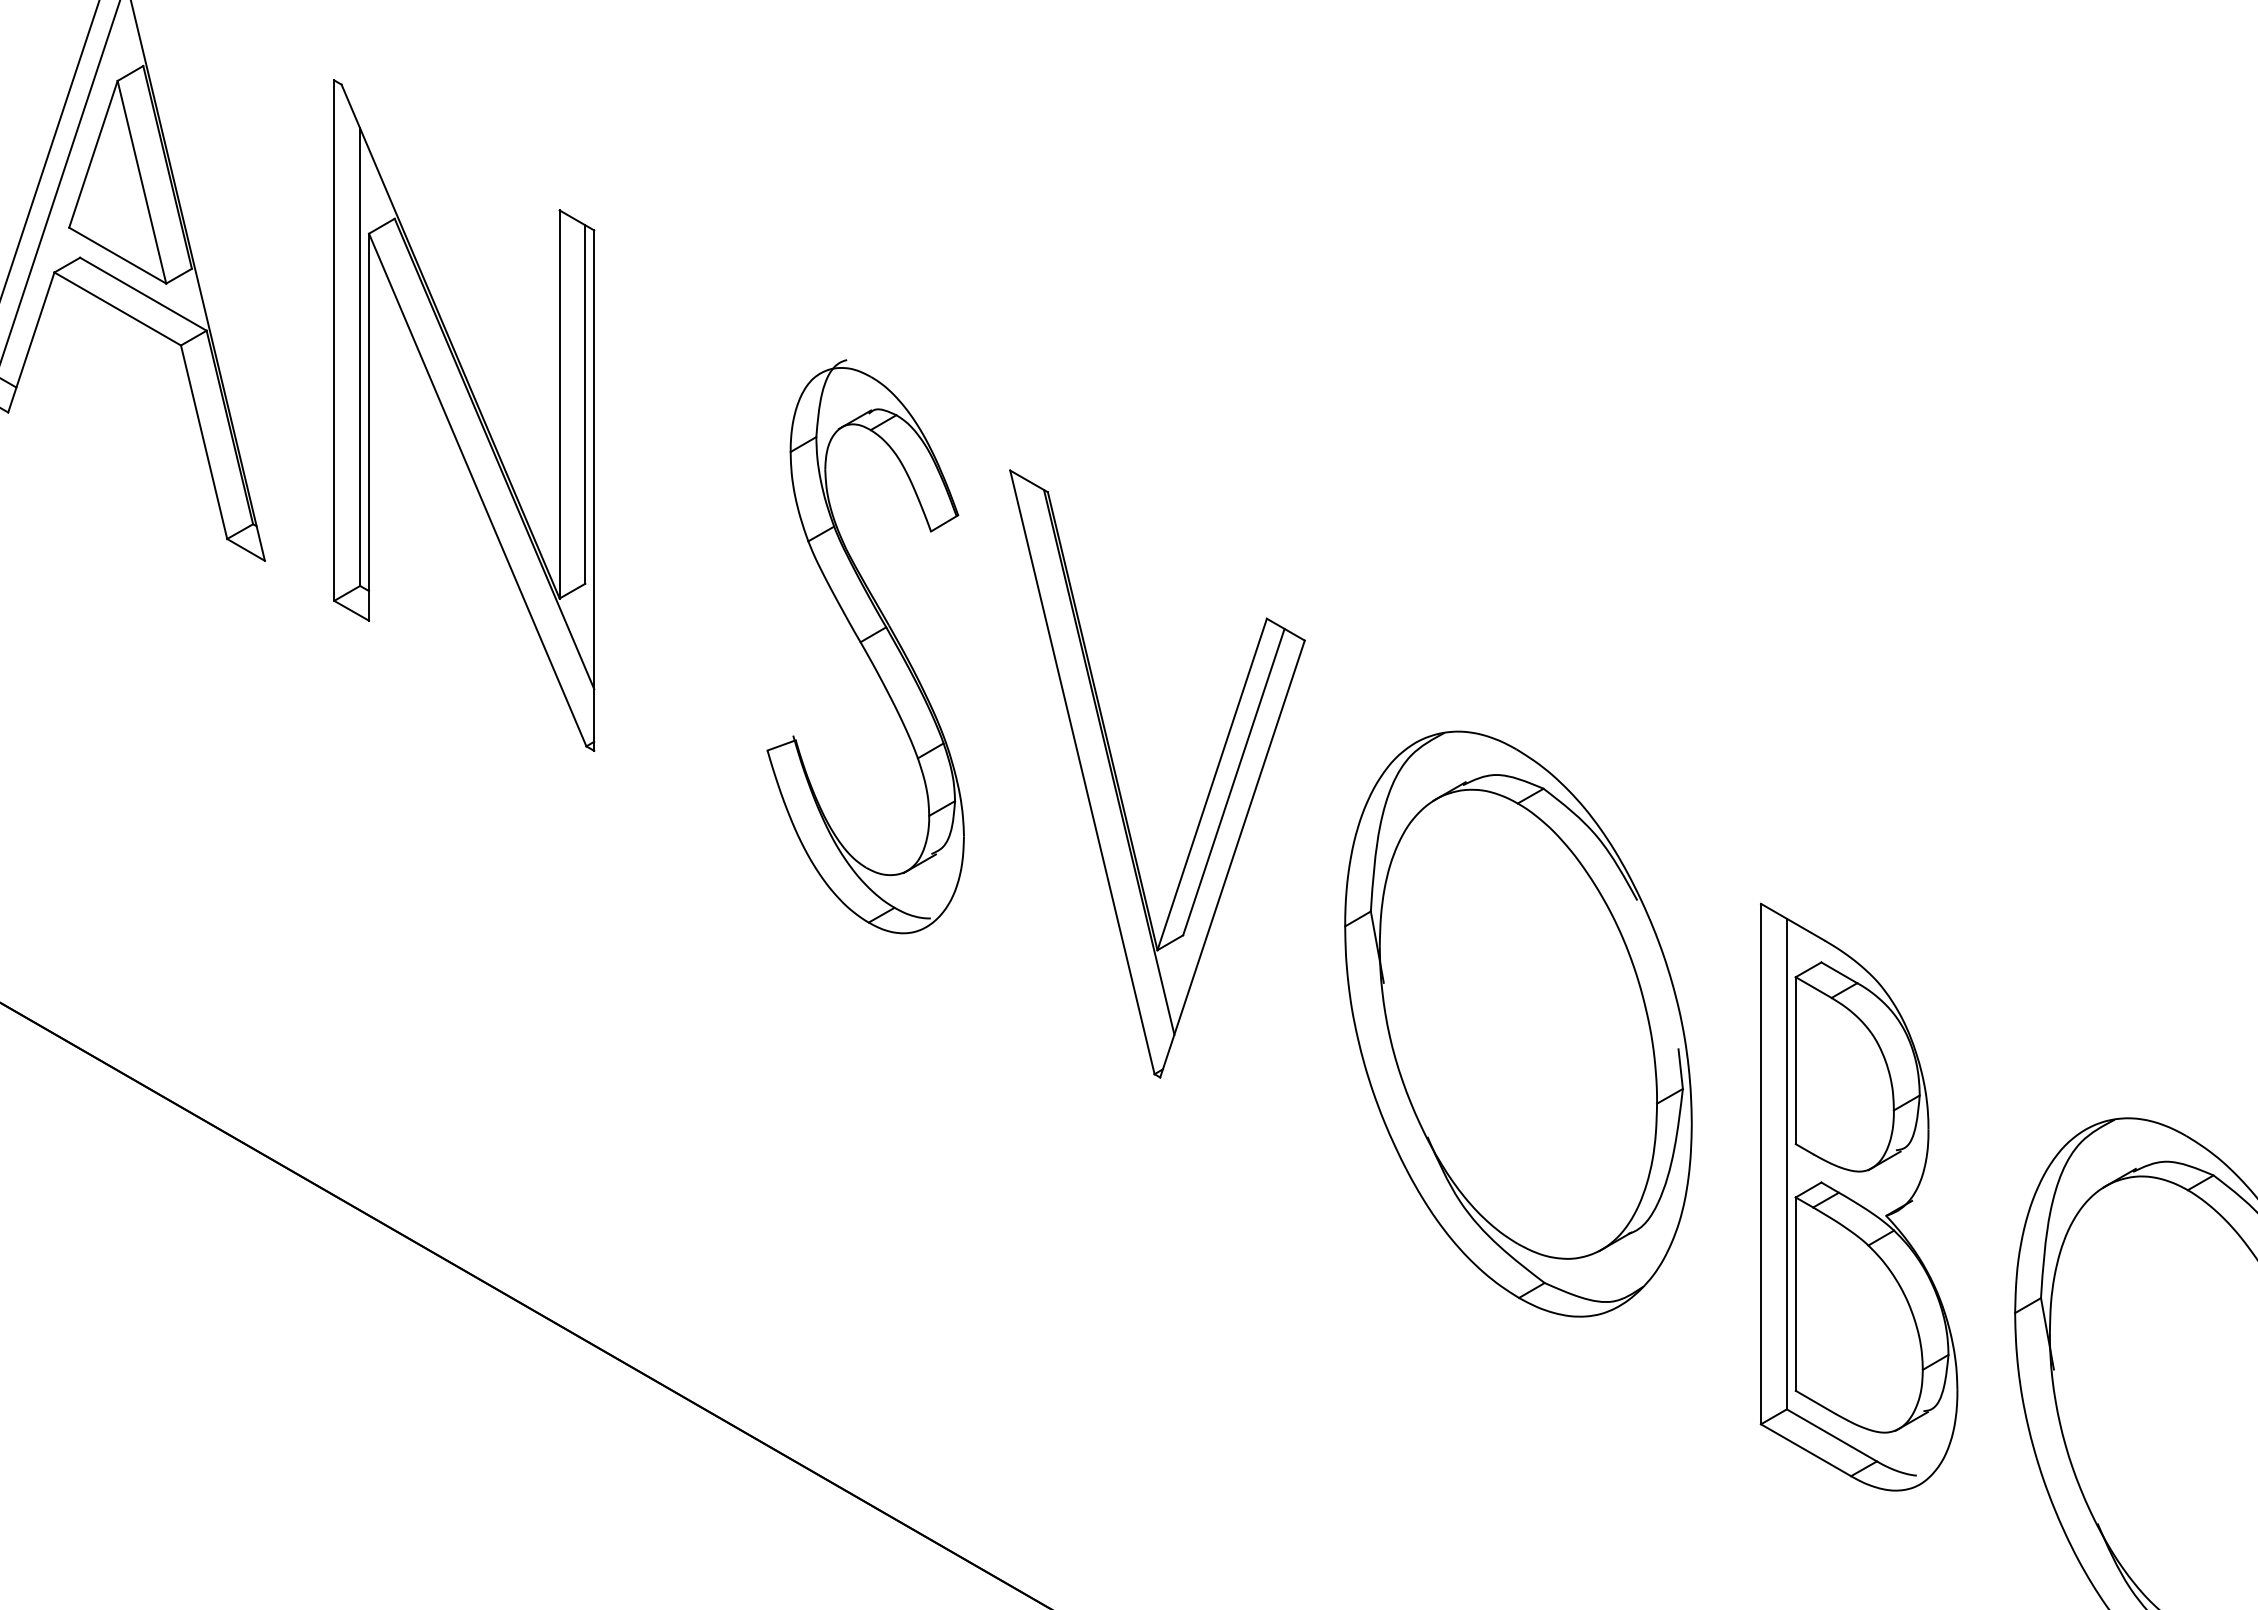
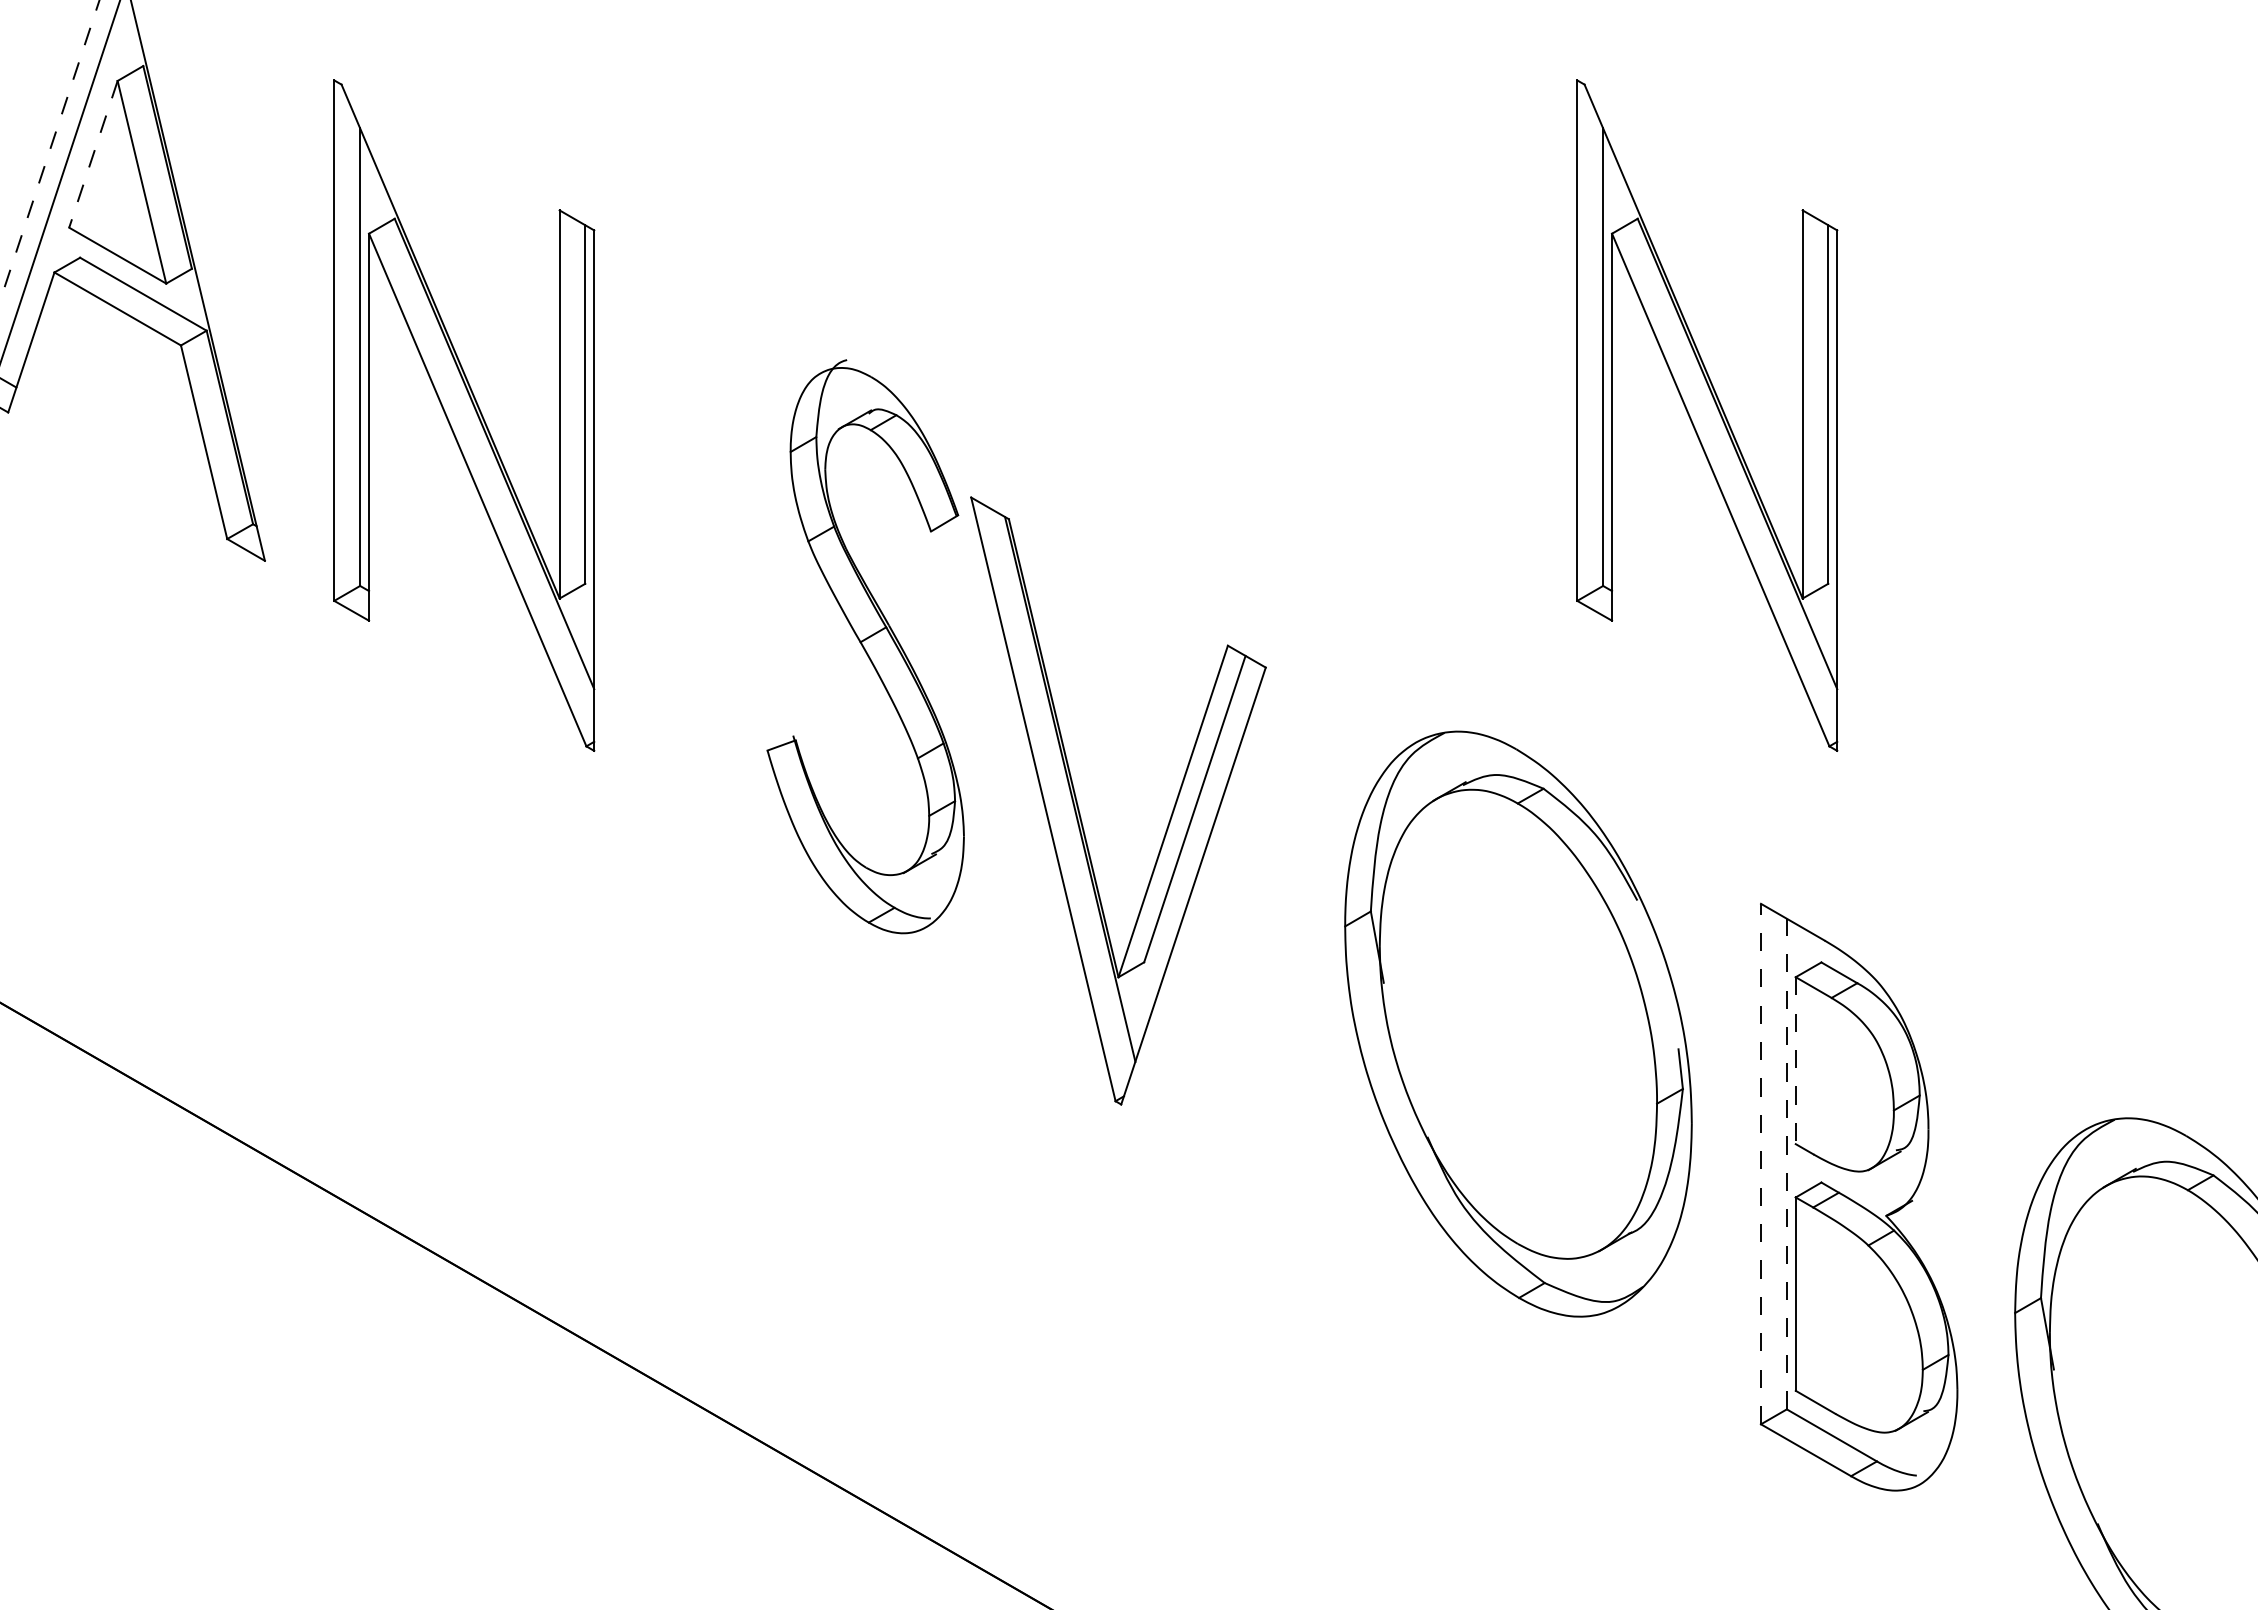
line at (50, 149): solid -> dashed
line at (93, 154): solid -> dashed
part at (1707, 415): none -> present
part at (1118, 781) position: (1118, 781) -> (1079, 808)
line at (1795, 1061): solid -> dashed
line at (1761, 1163): solid -> dashed
line at (1786, 1163): solid -> dashed
